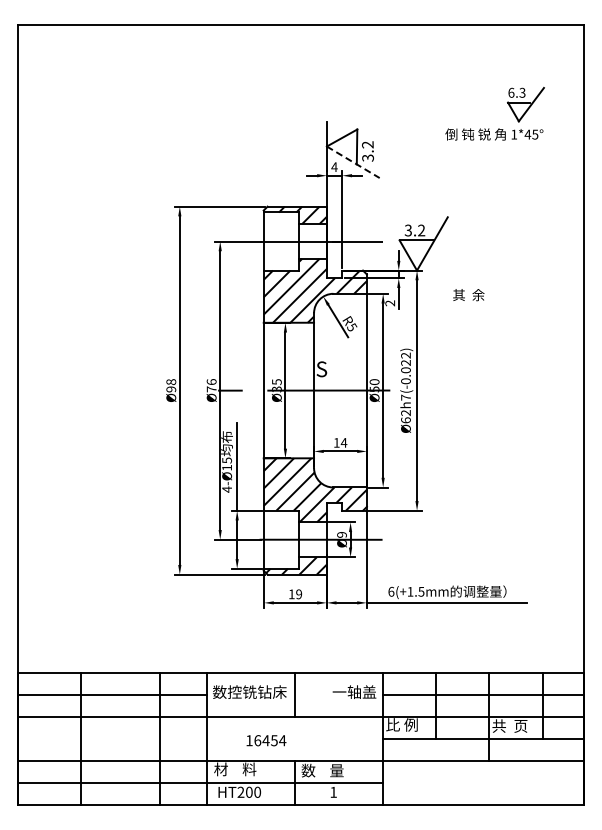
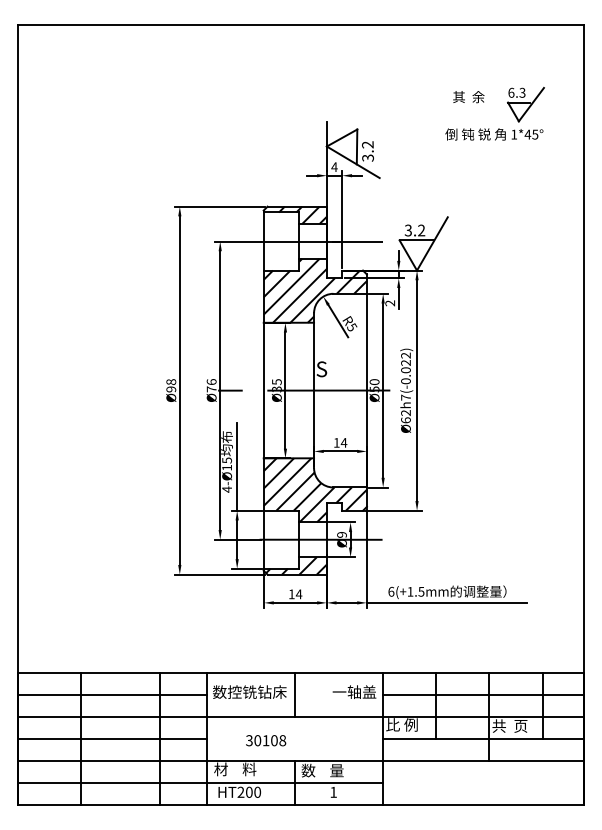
line at (353, 162): dashed -> solid
text at (468, 295) position: (468, 295) -> (468, 97)
text at (298, 594): 19 -> 14
line at (112, 739): none -> present
text at (266, 740): 16454 -> 30108
